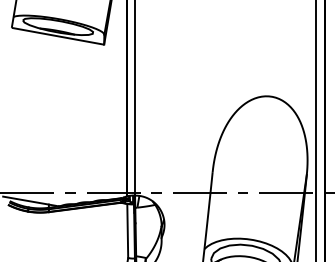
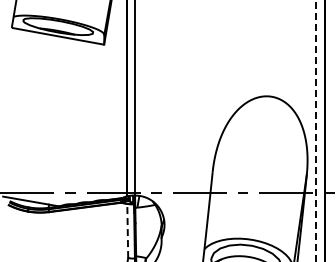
line at (316, 130): solid -> dashed
line at (127, 230): solid -> dashed
